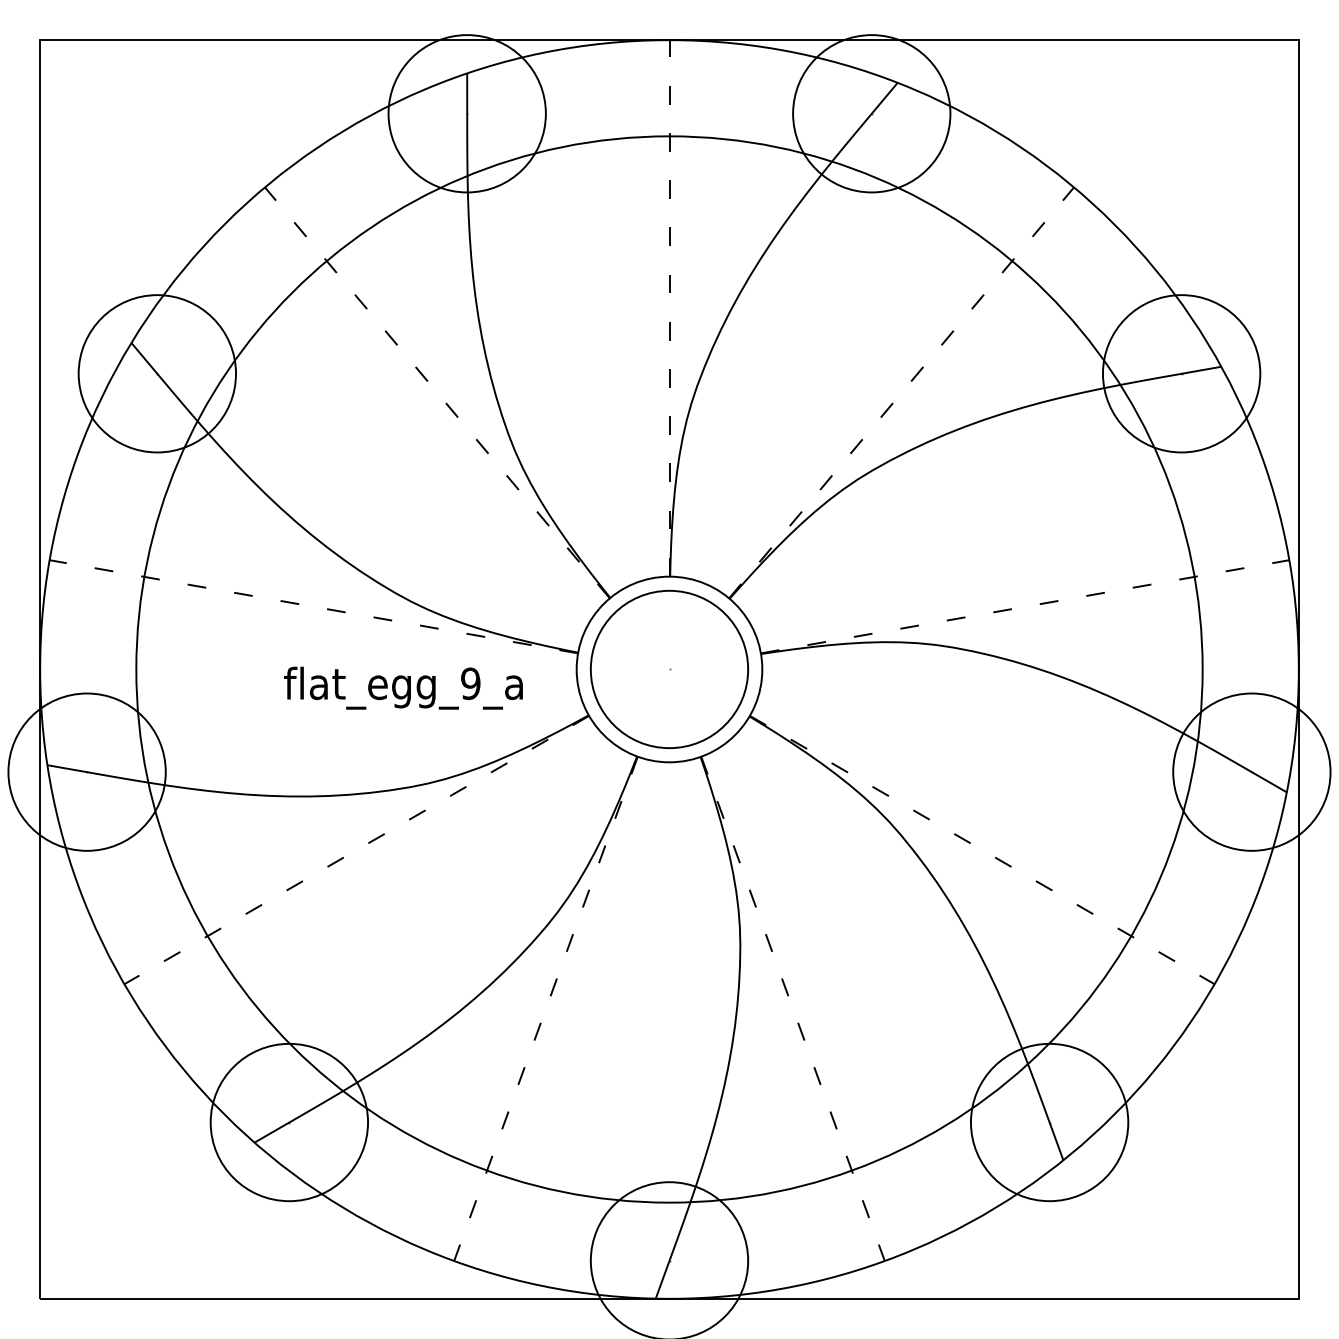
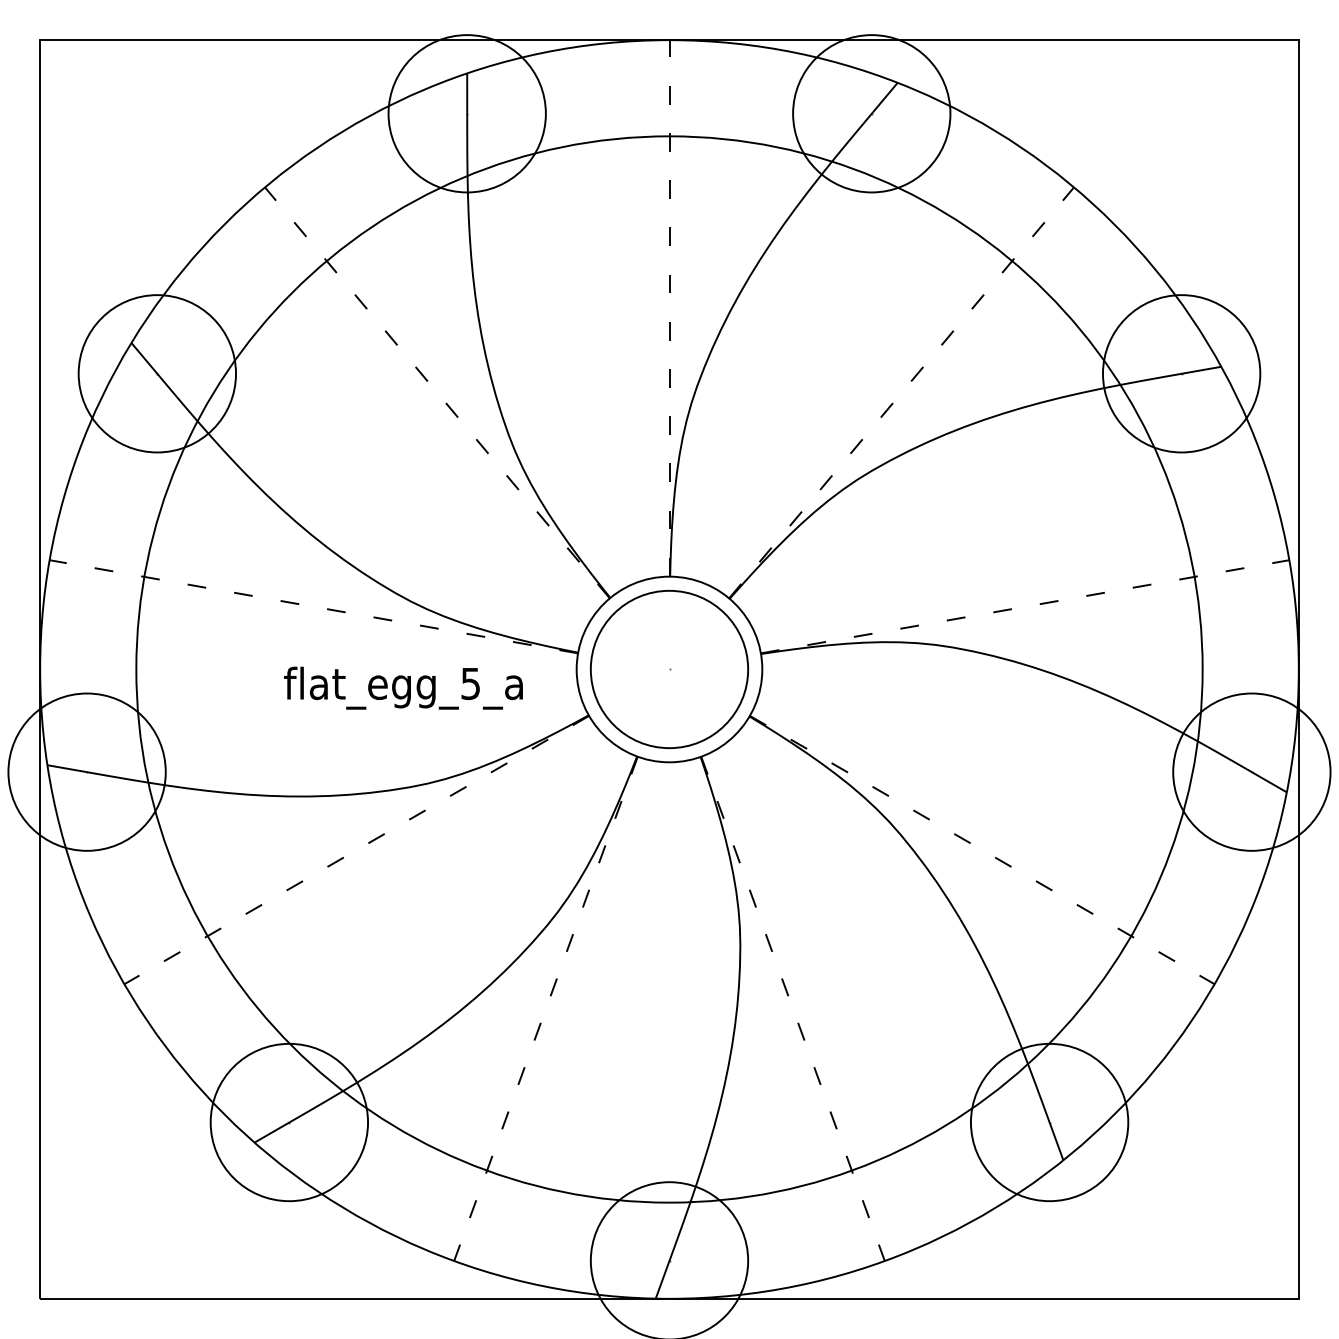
text at (470, 683): flat_egg_9_a -> flat_egg_5_a
